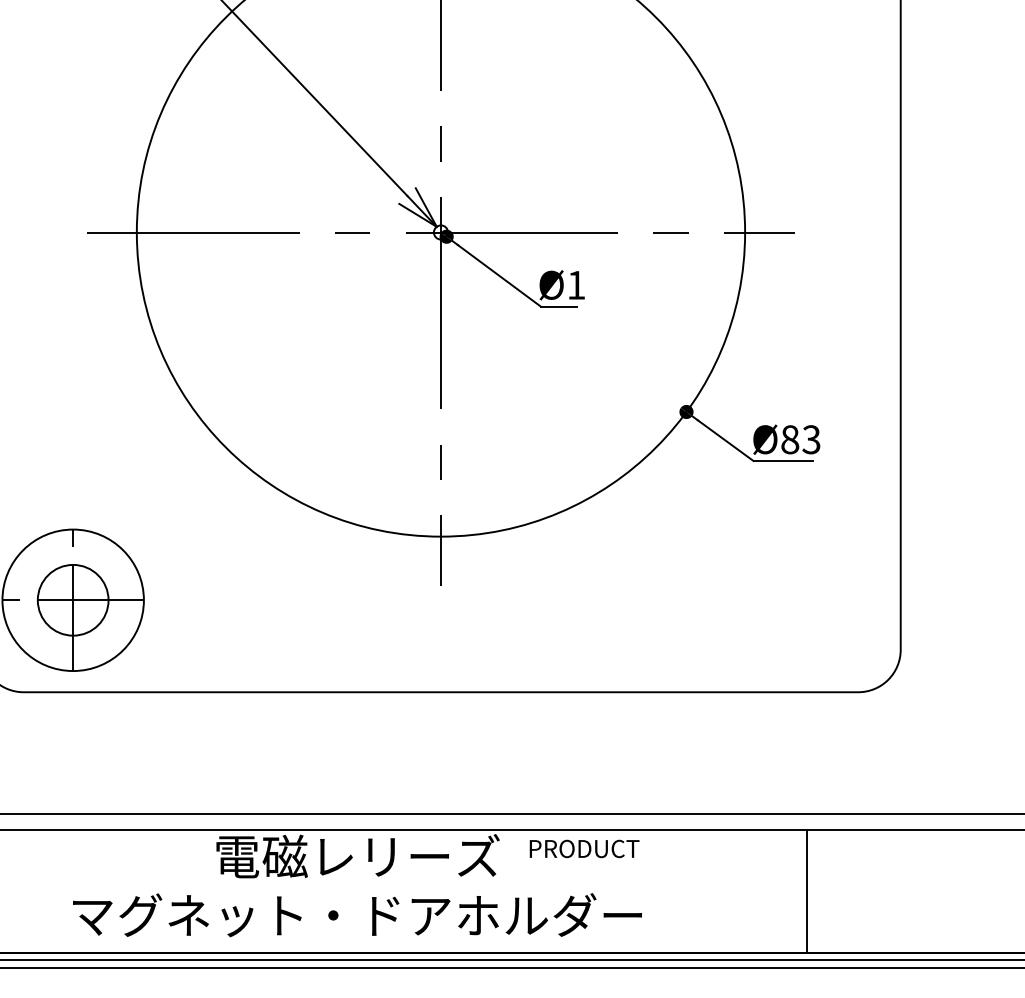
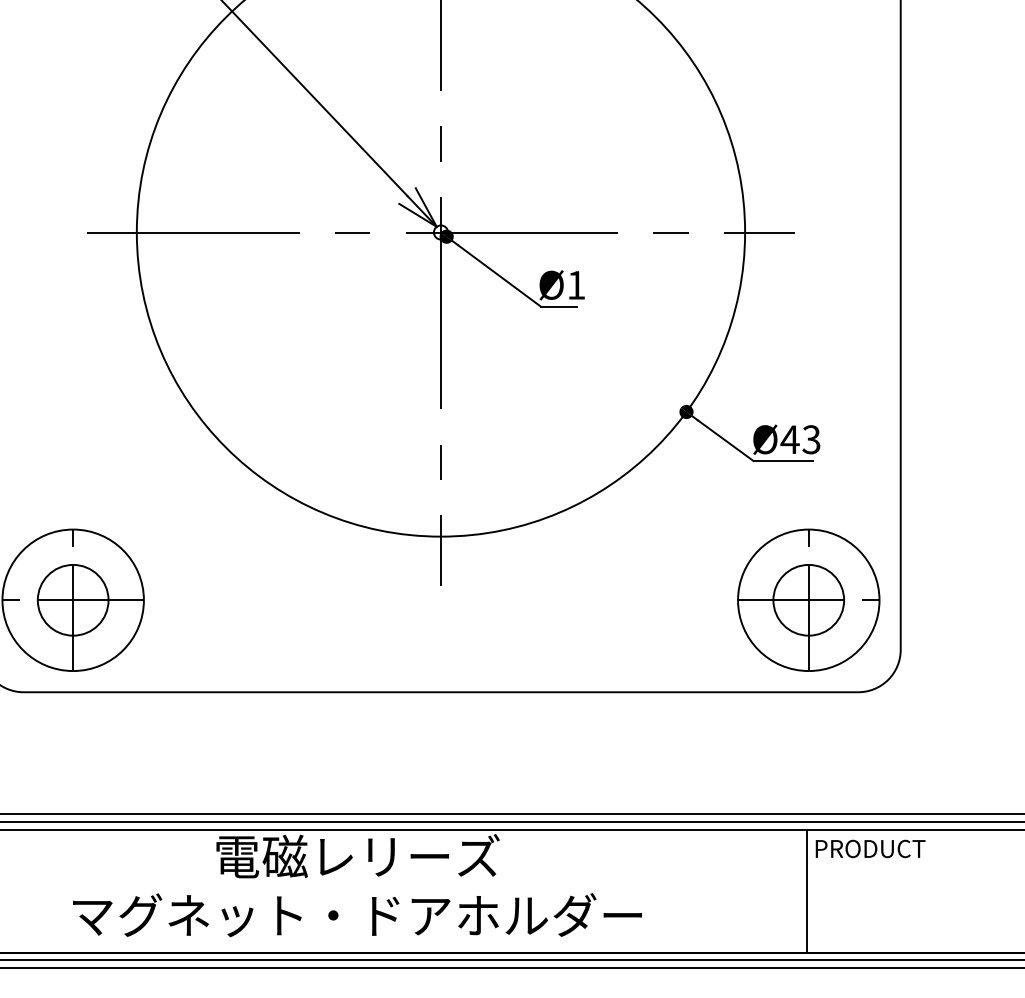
text at (789, 439): Ø83 -> Ø43
part at (808, 599): none -> present
line at (511, 821): none -> present
text at (584, 848) position: (584, 848) -> (870, 848)
